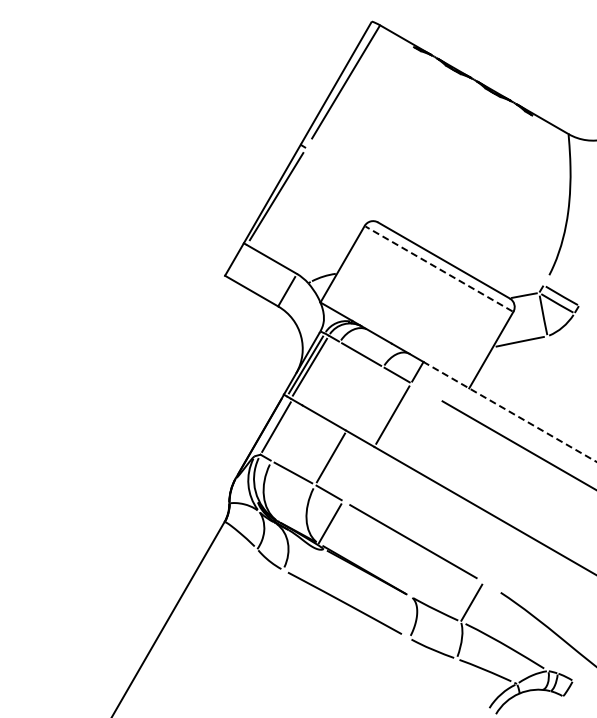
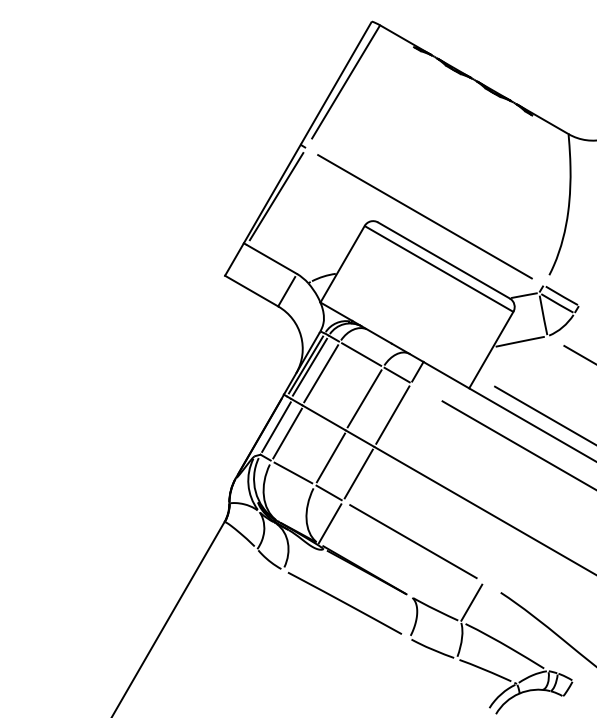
line at (424, 216): none -> present
line at (439, 268): dashed -> solid
line at (578, 353): none -> present
line at (321, 373): none -> present
line at (364, 398): none -> present
line at (510, 411): dashed -> solid
line at (544, 414): none -> present
line at (287, 433): none -> present
line at (358, 473): none -> present
